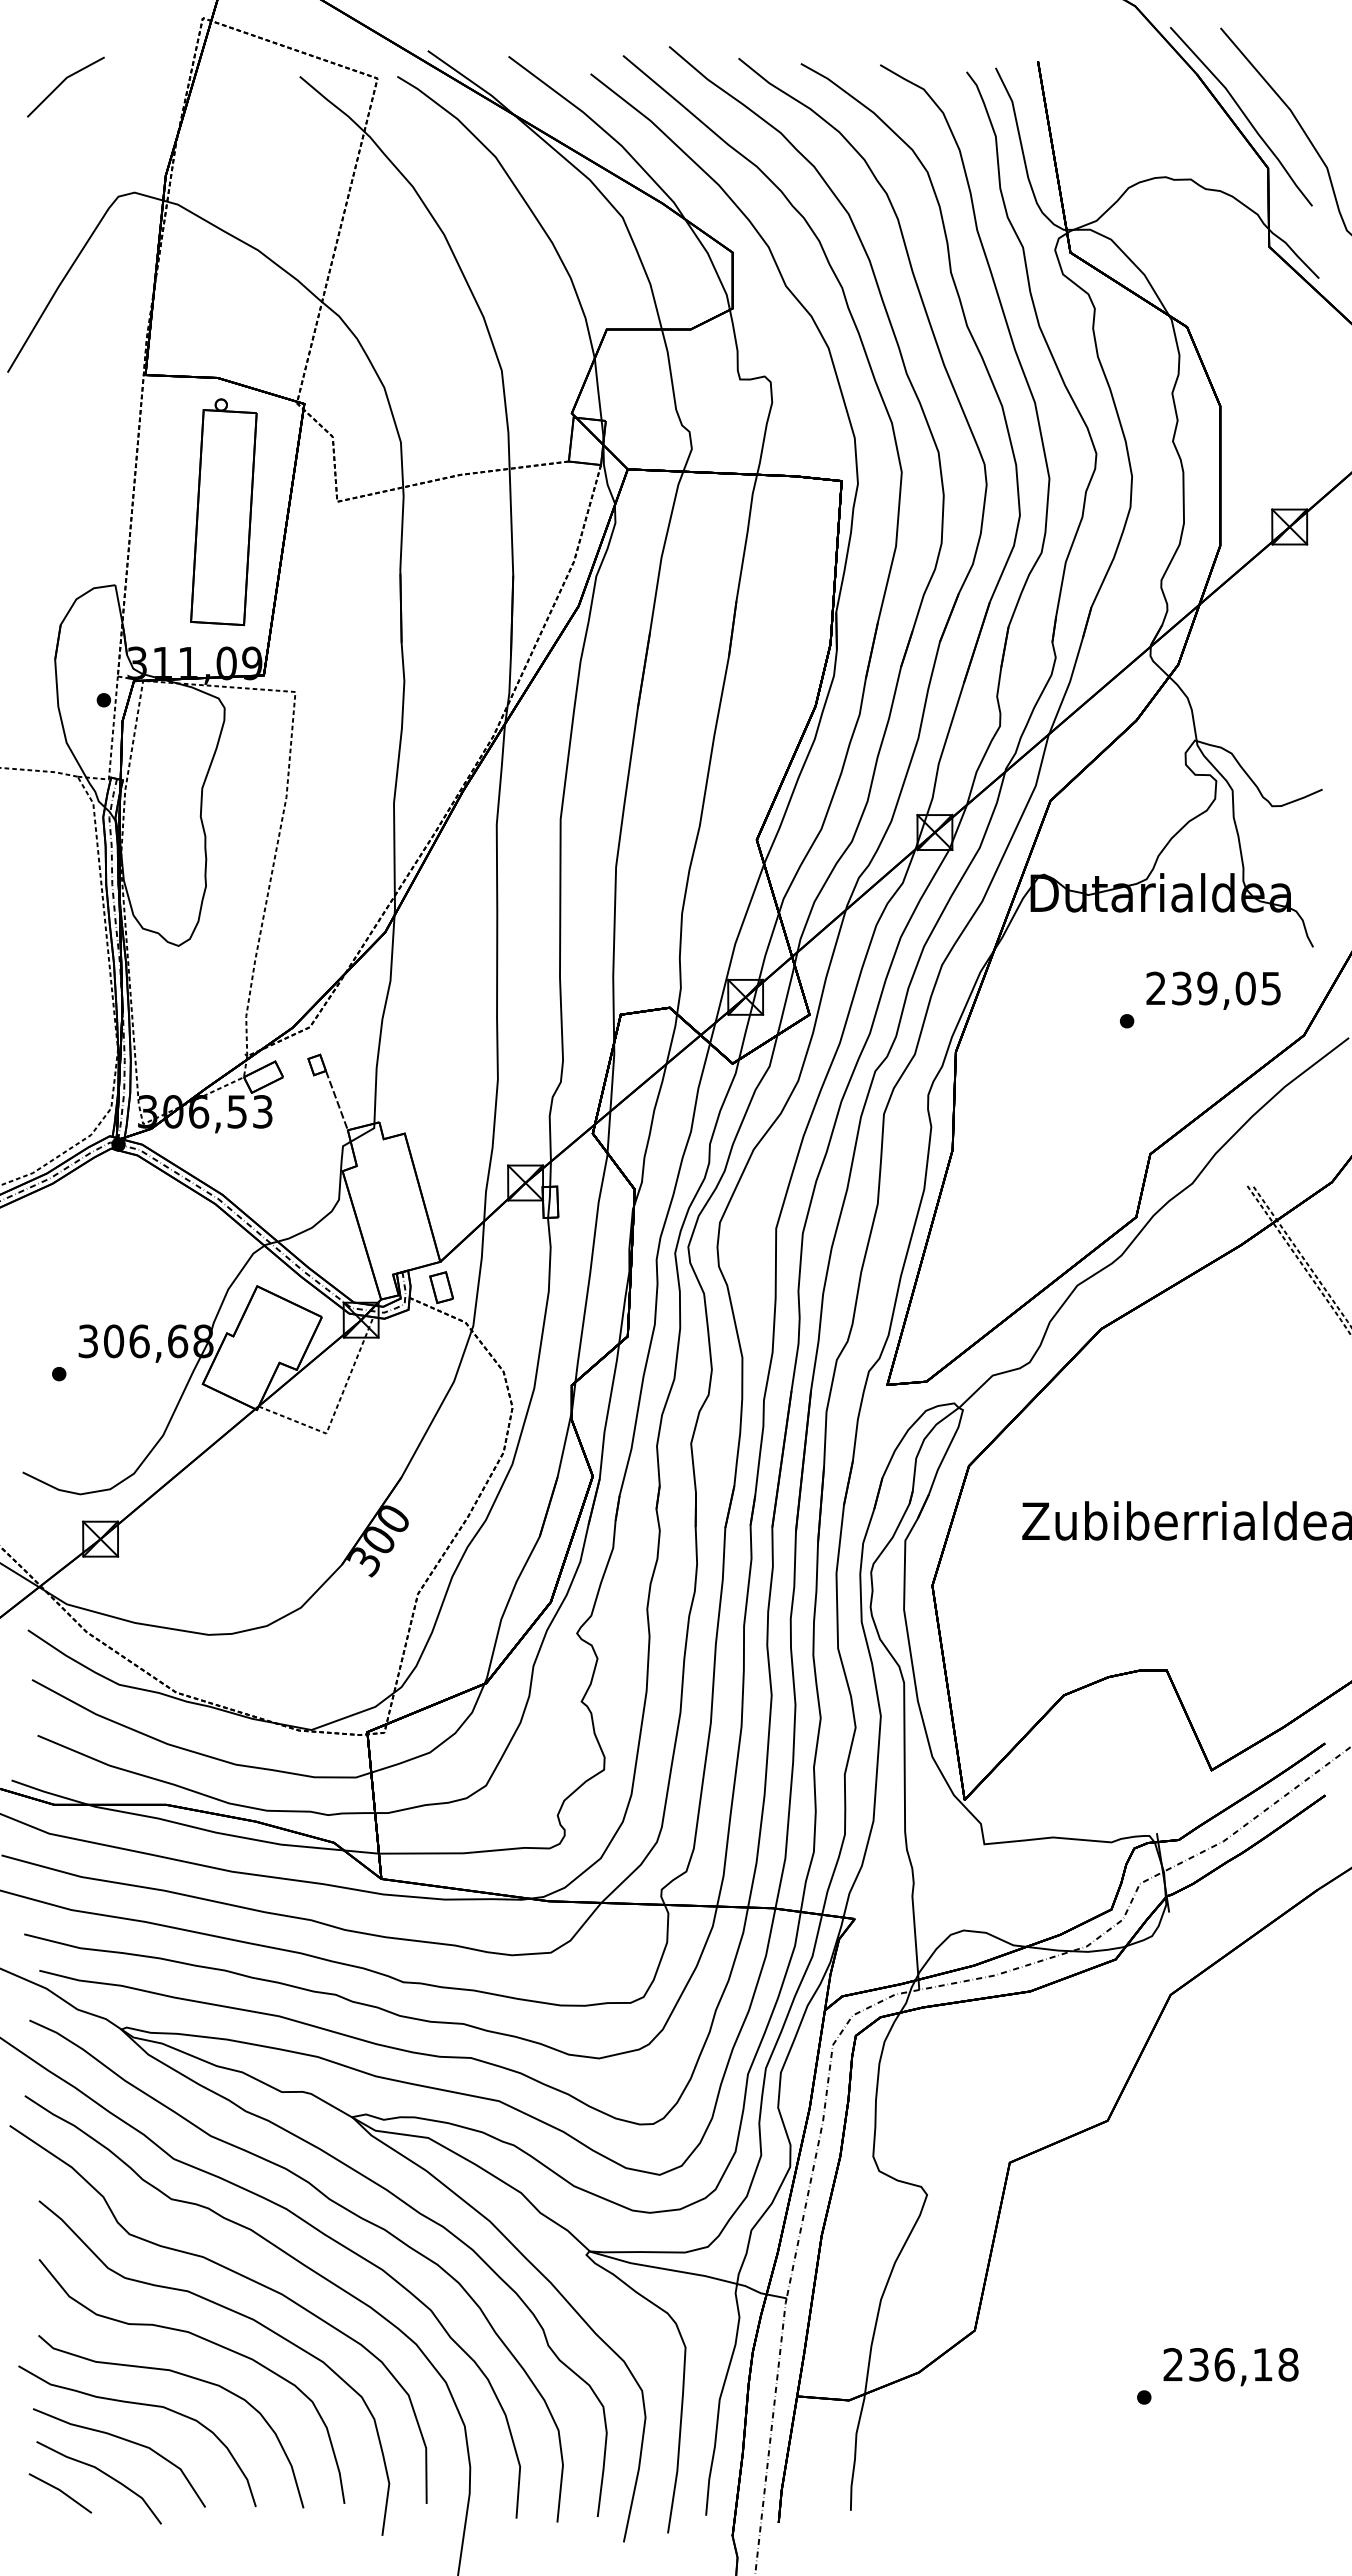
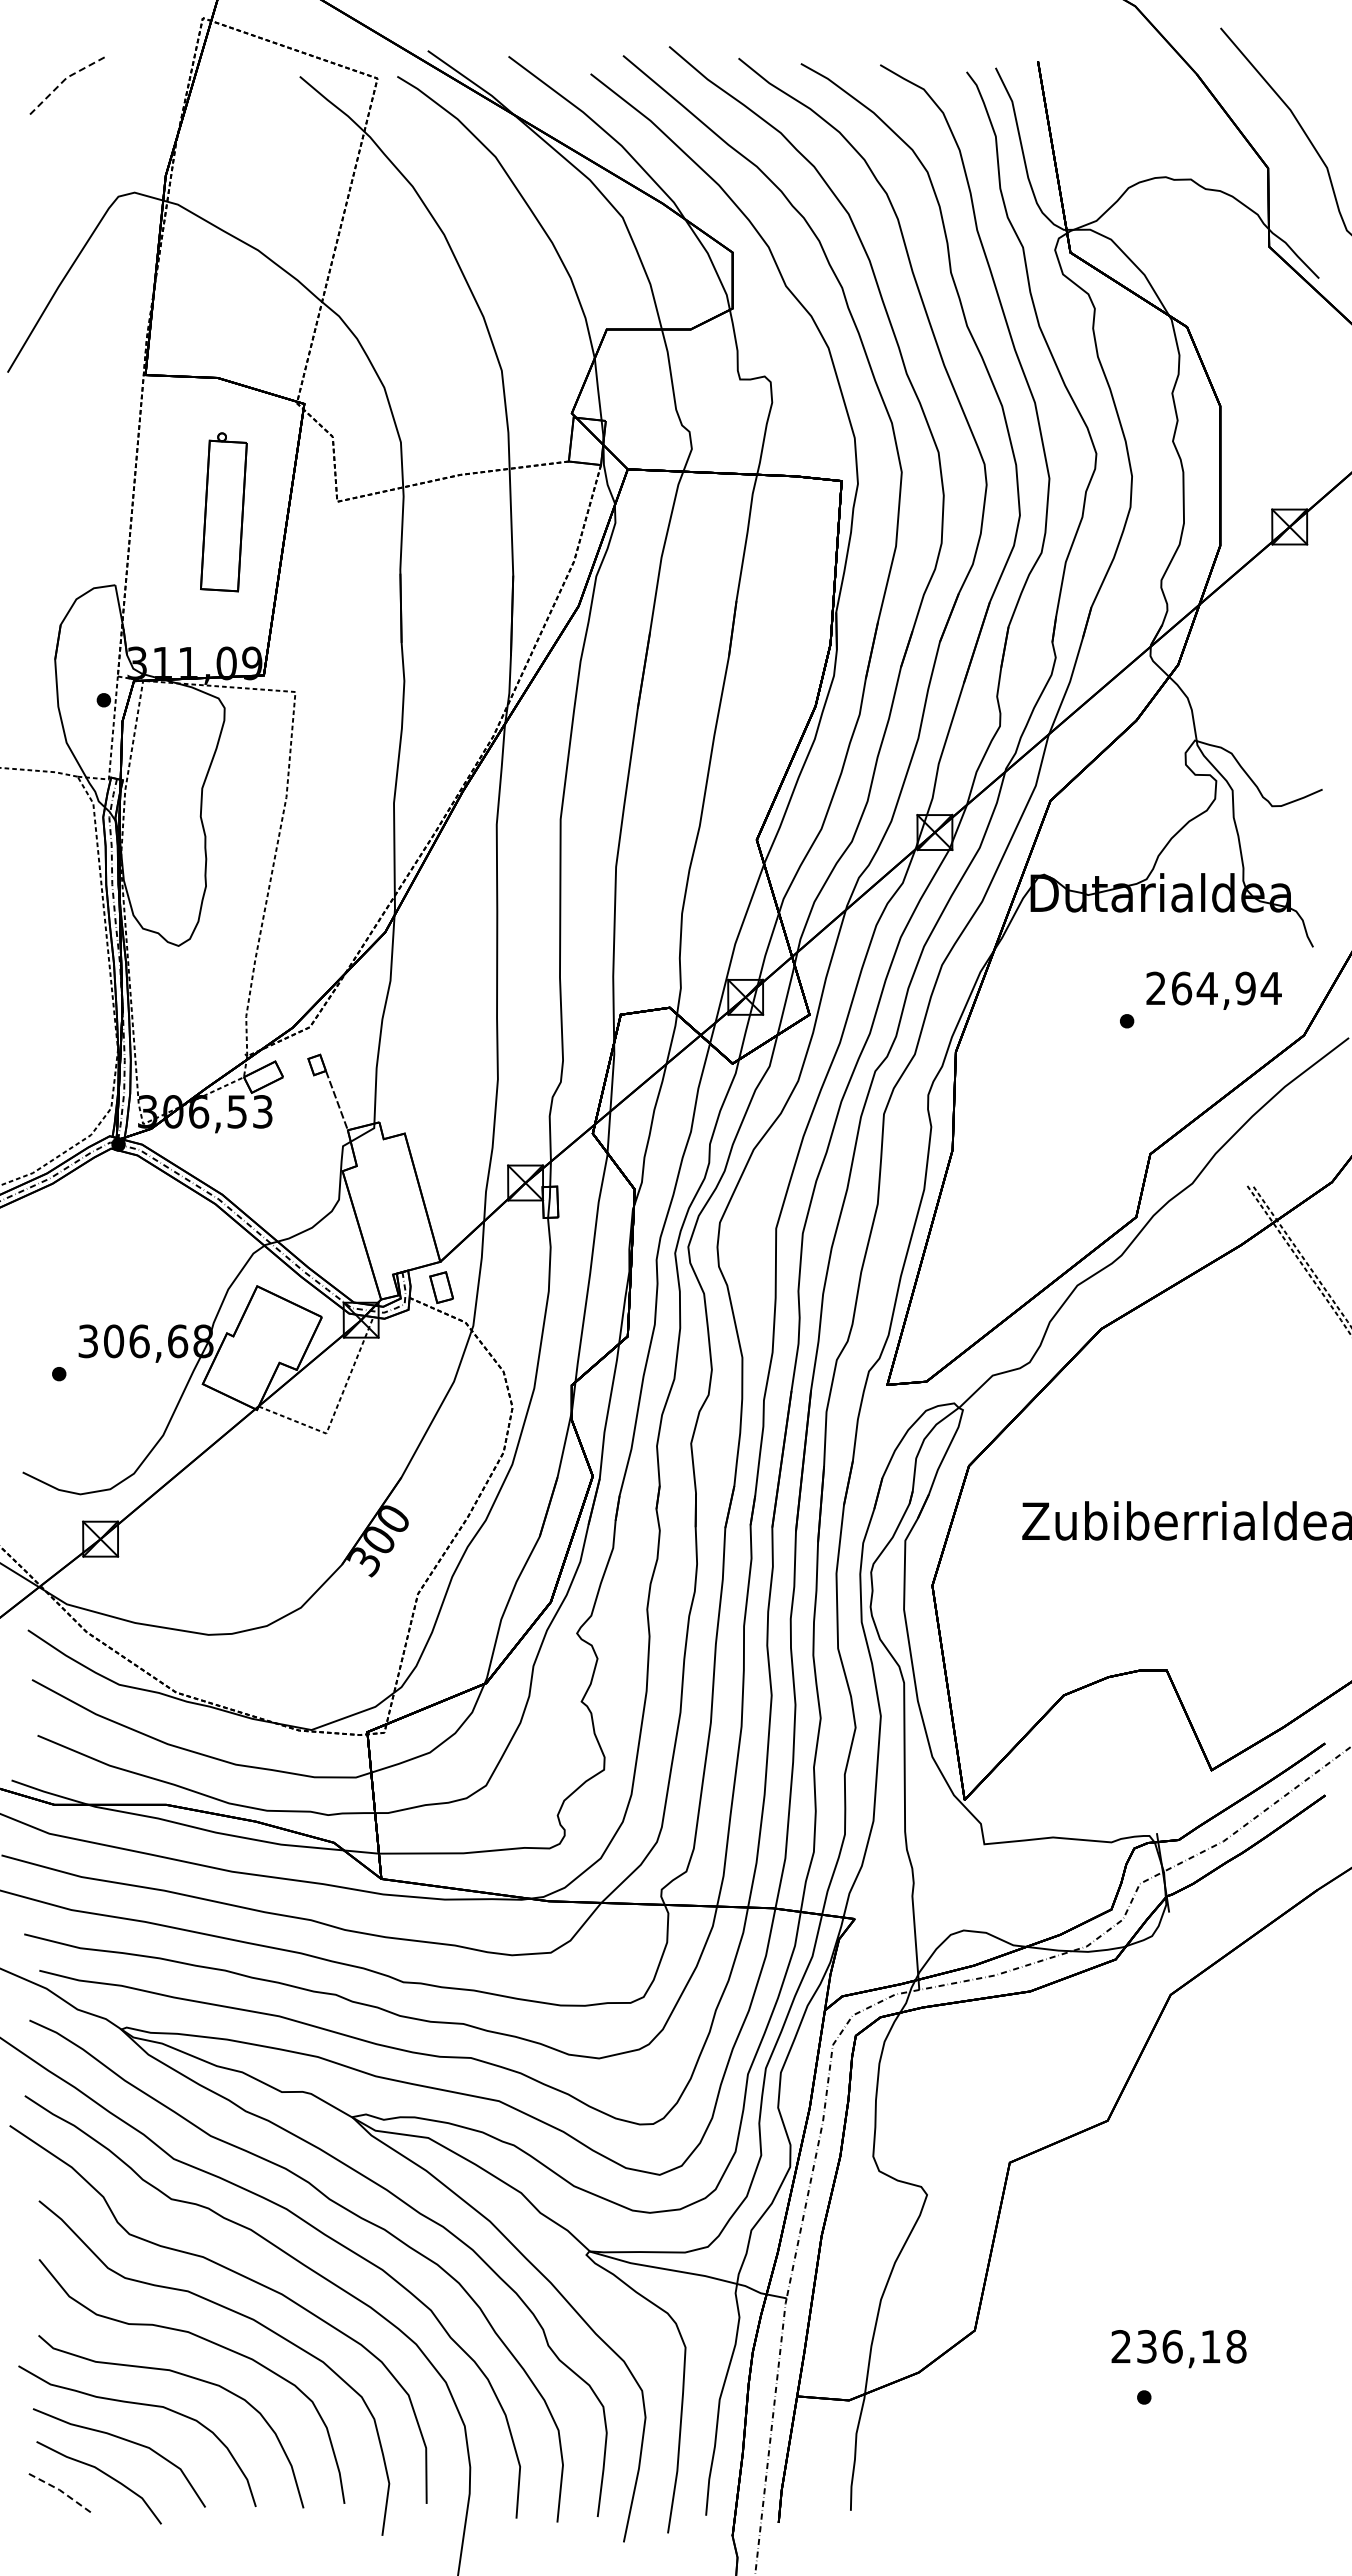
line at (62, 81): solid -> dashed
curve at (1243, 115): present -> none
part at (223, 512) size: 68x229 px -> 48x161 px
text at (1226, 988): 239,05 -> 264,94
text at (1230, 2367) position: (1230, 2367) -> (1178, 2349)
line at (61, 2491): solid -> dashed
